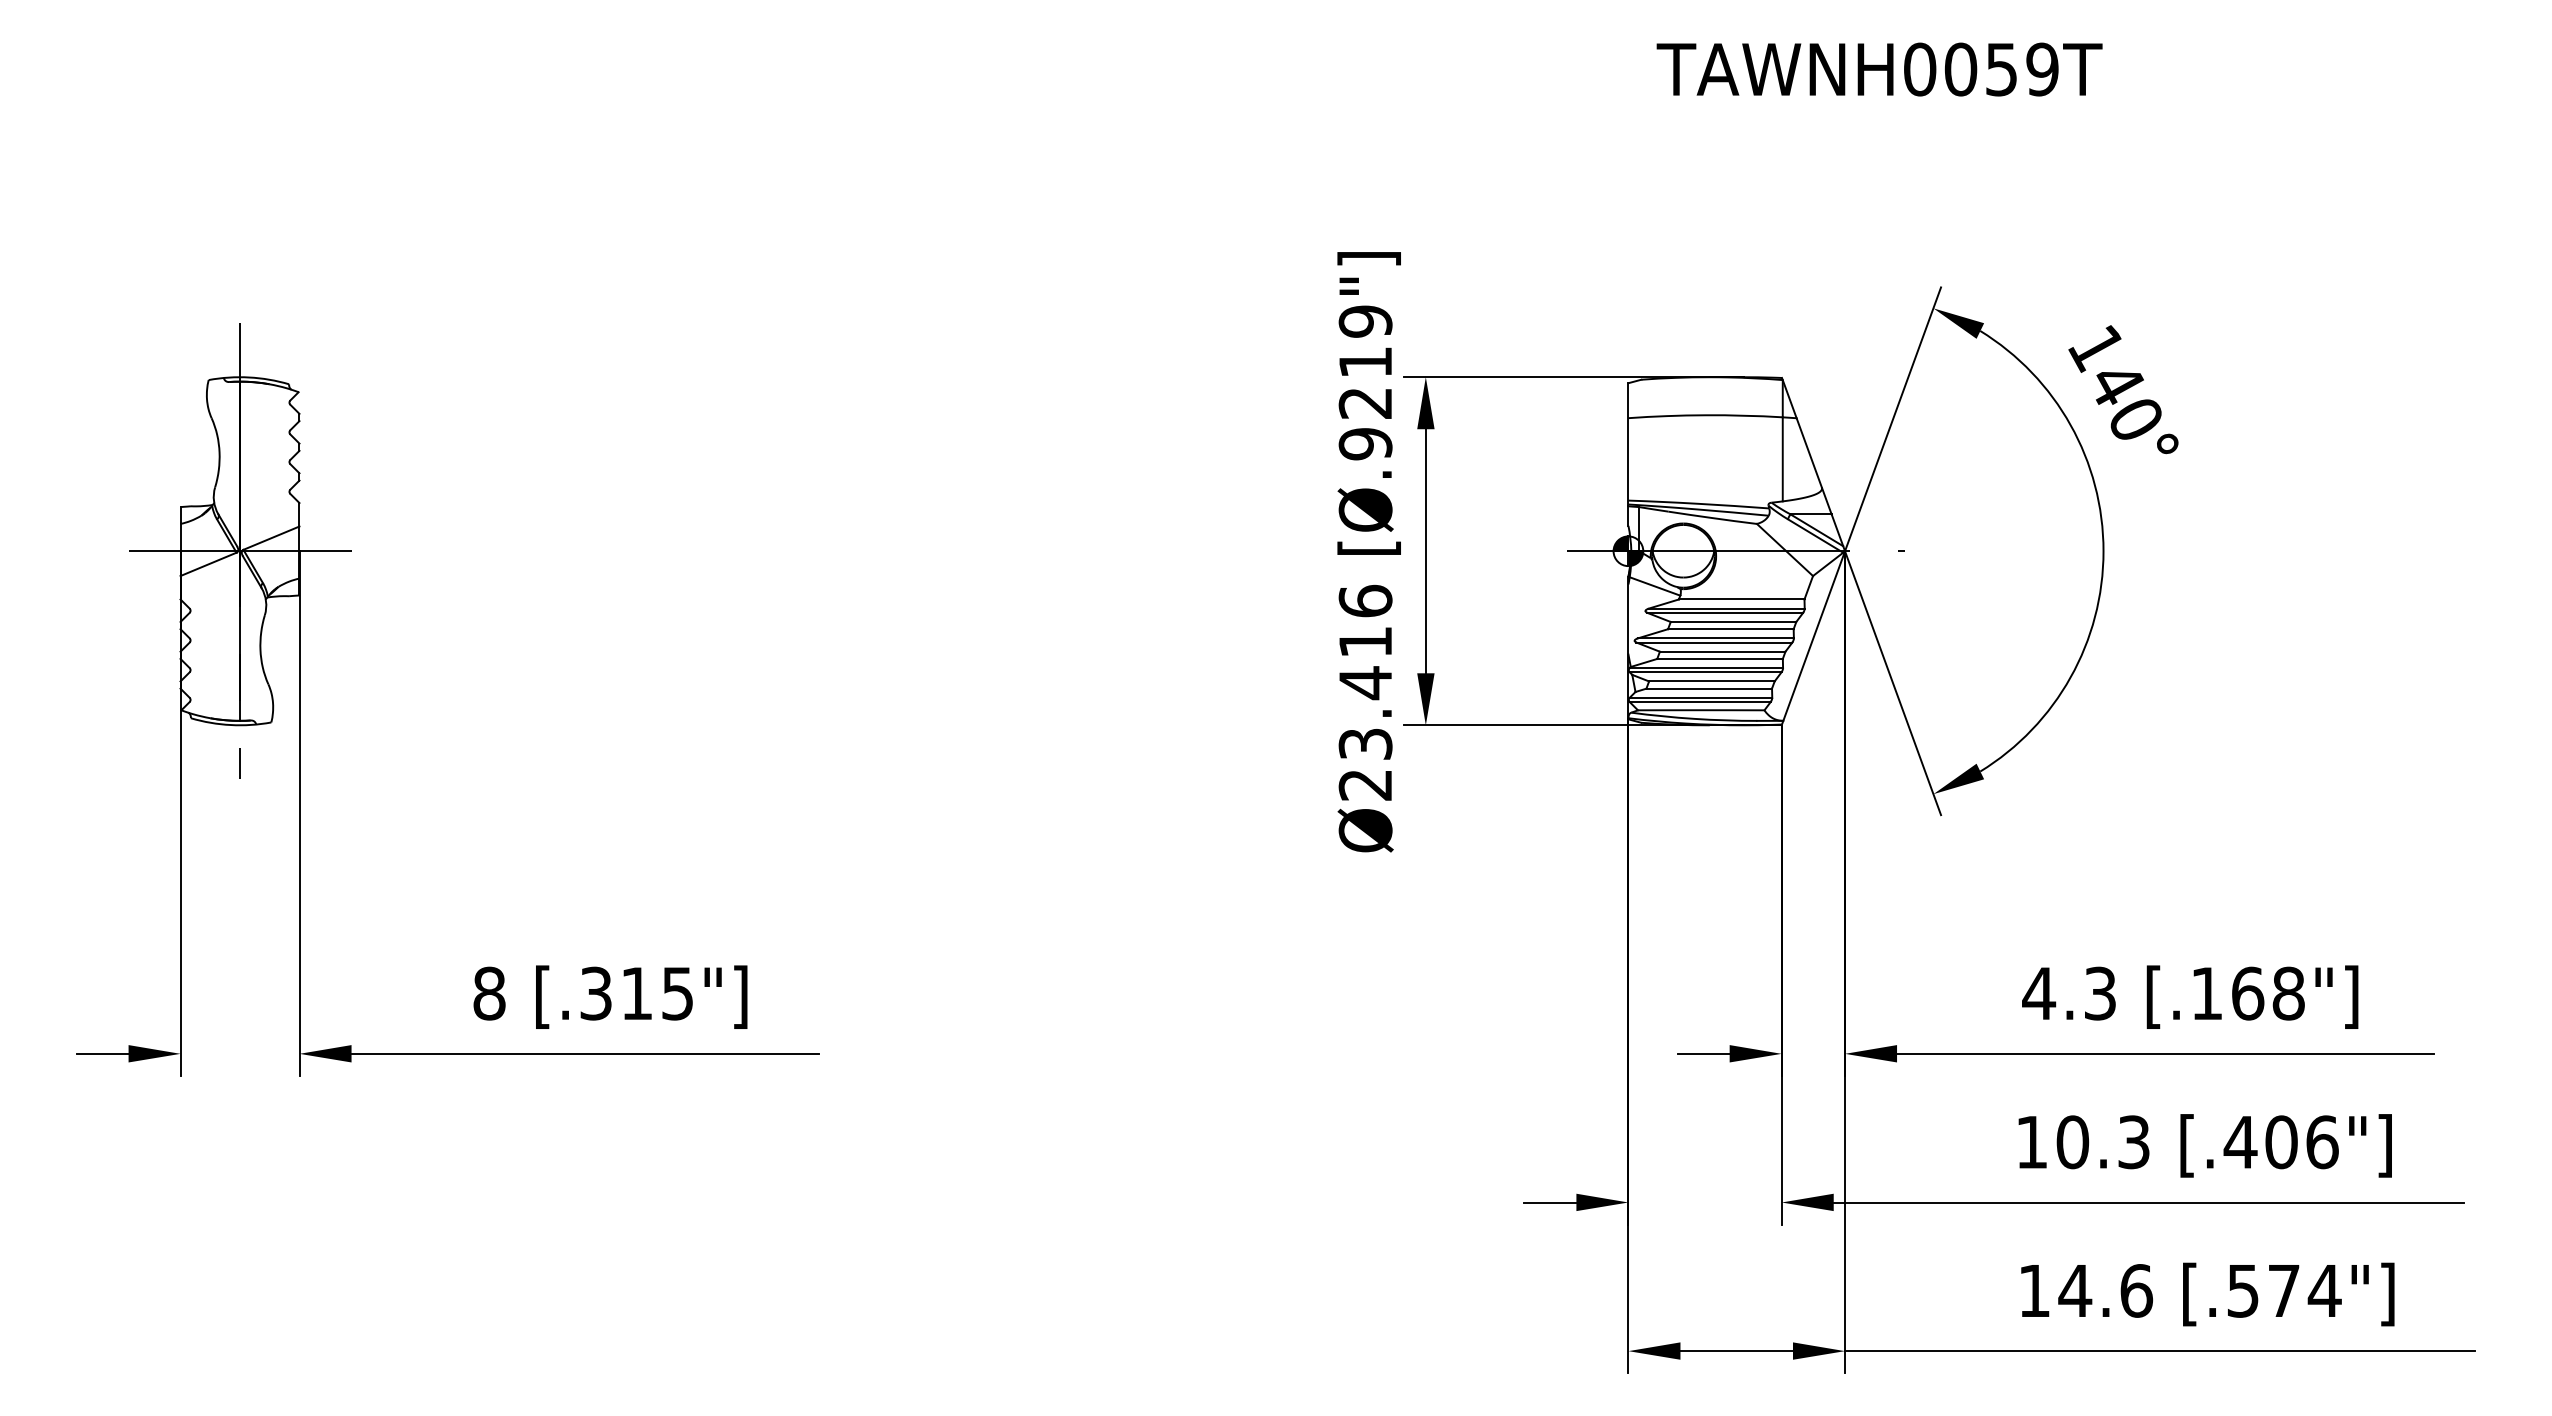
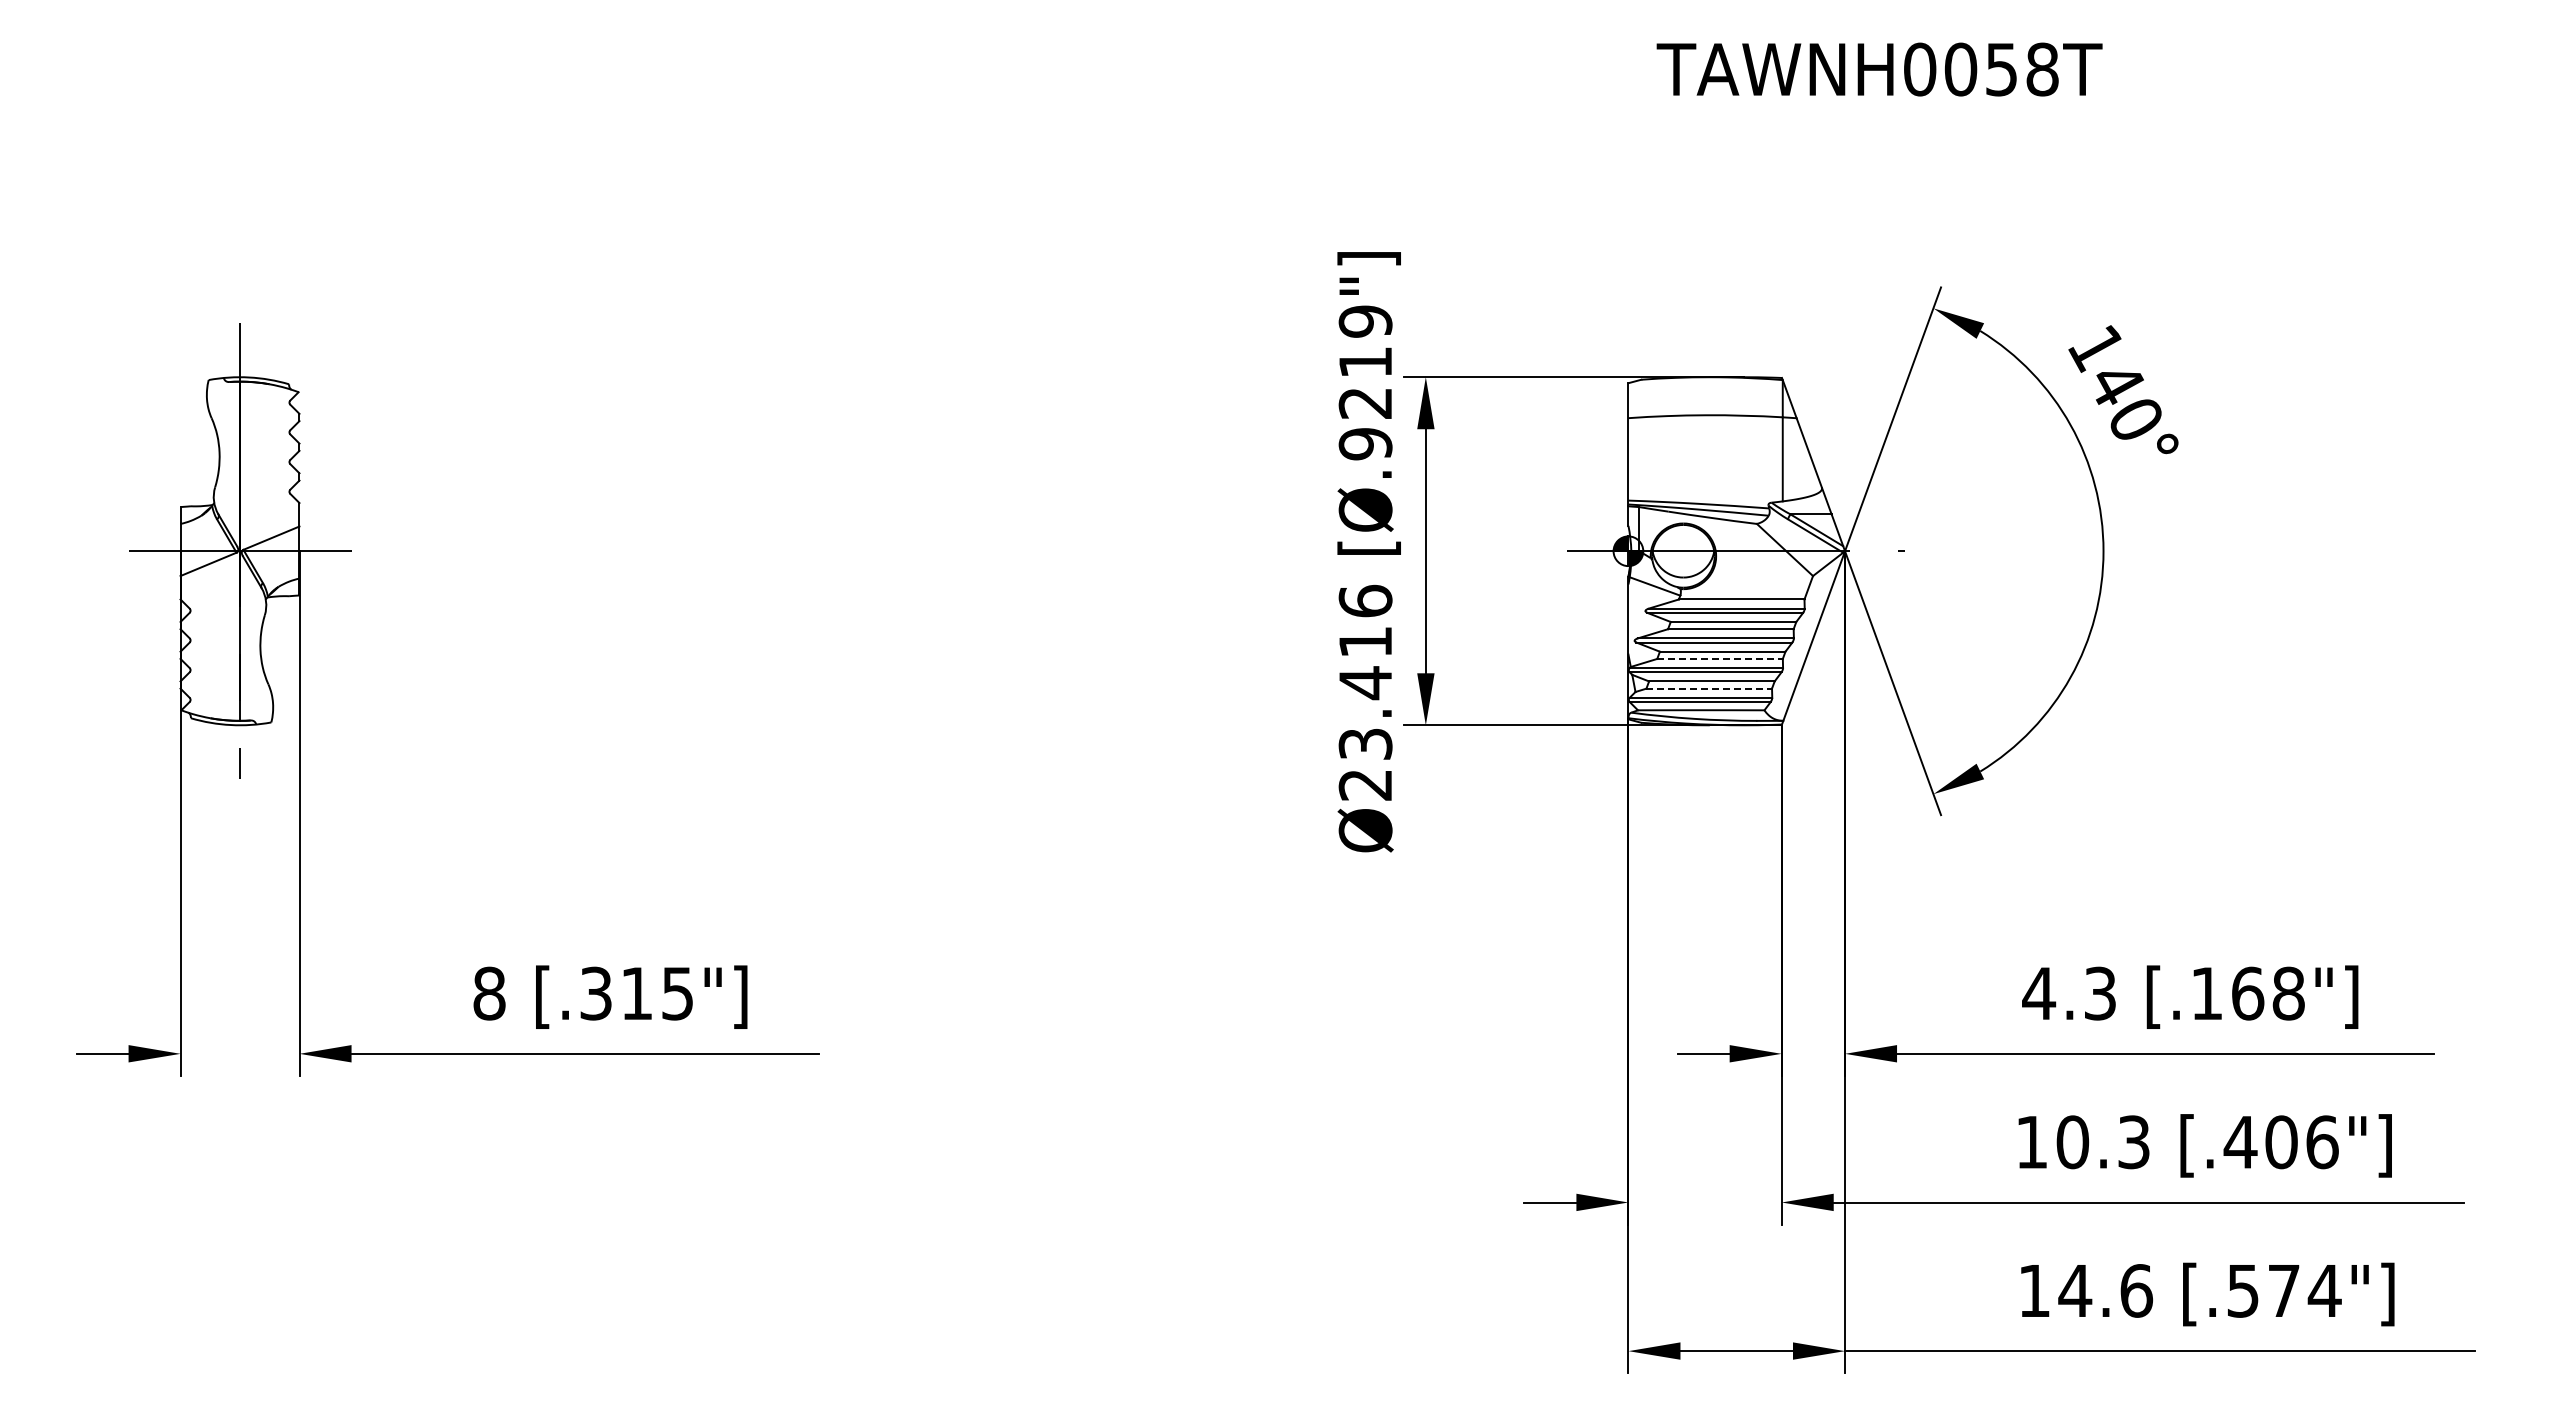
text at (2042, 69): TAWNH0059T -> TAWNH0058T
line at (1720, 658): solid -> dashed
line at (1709, 688): solid -> dashed
